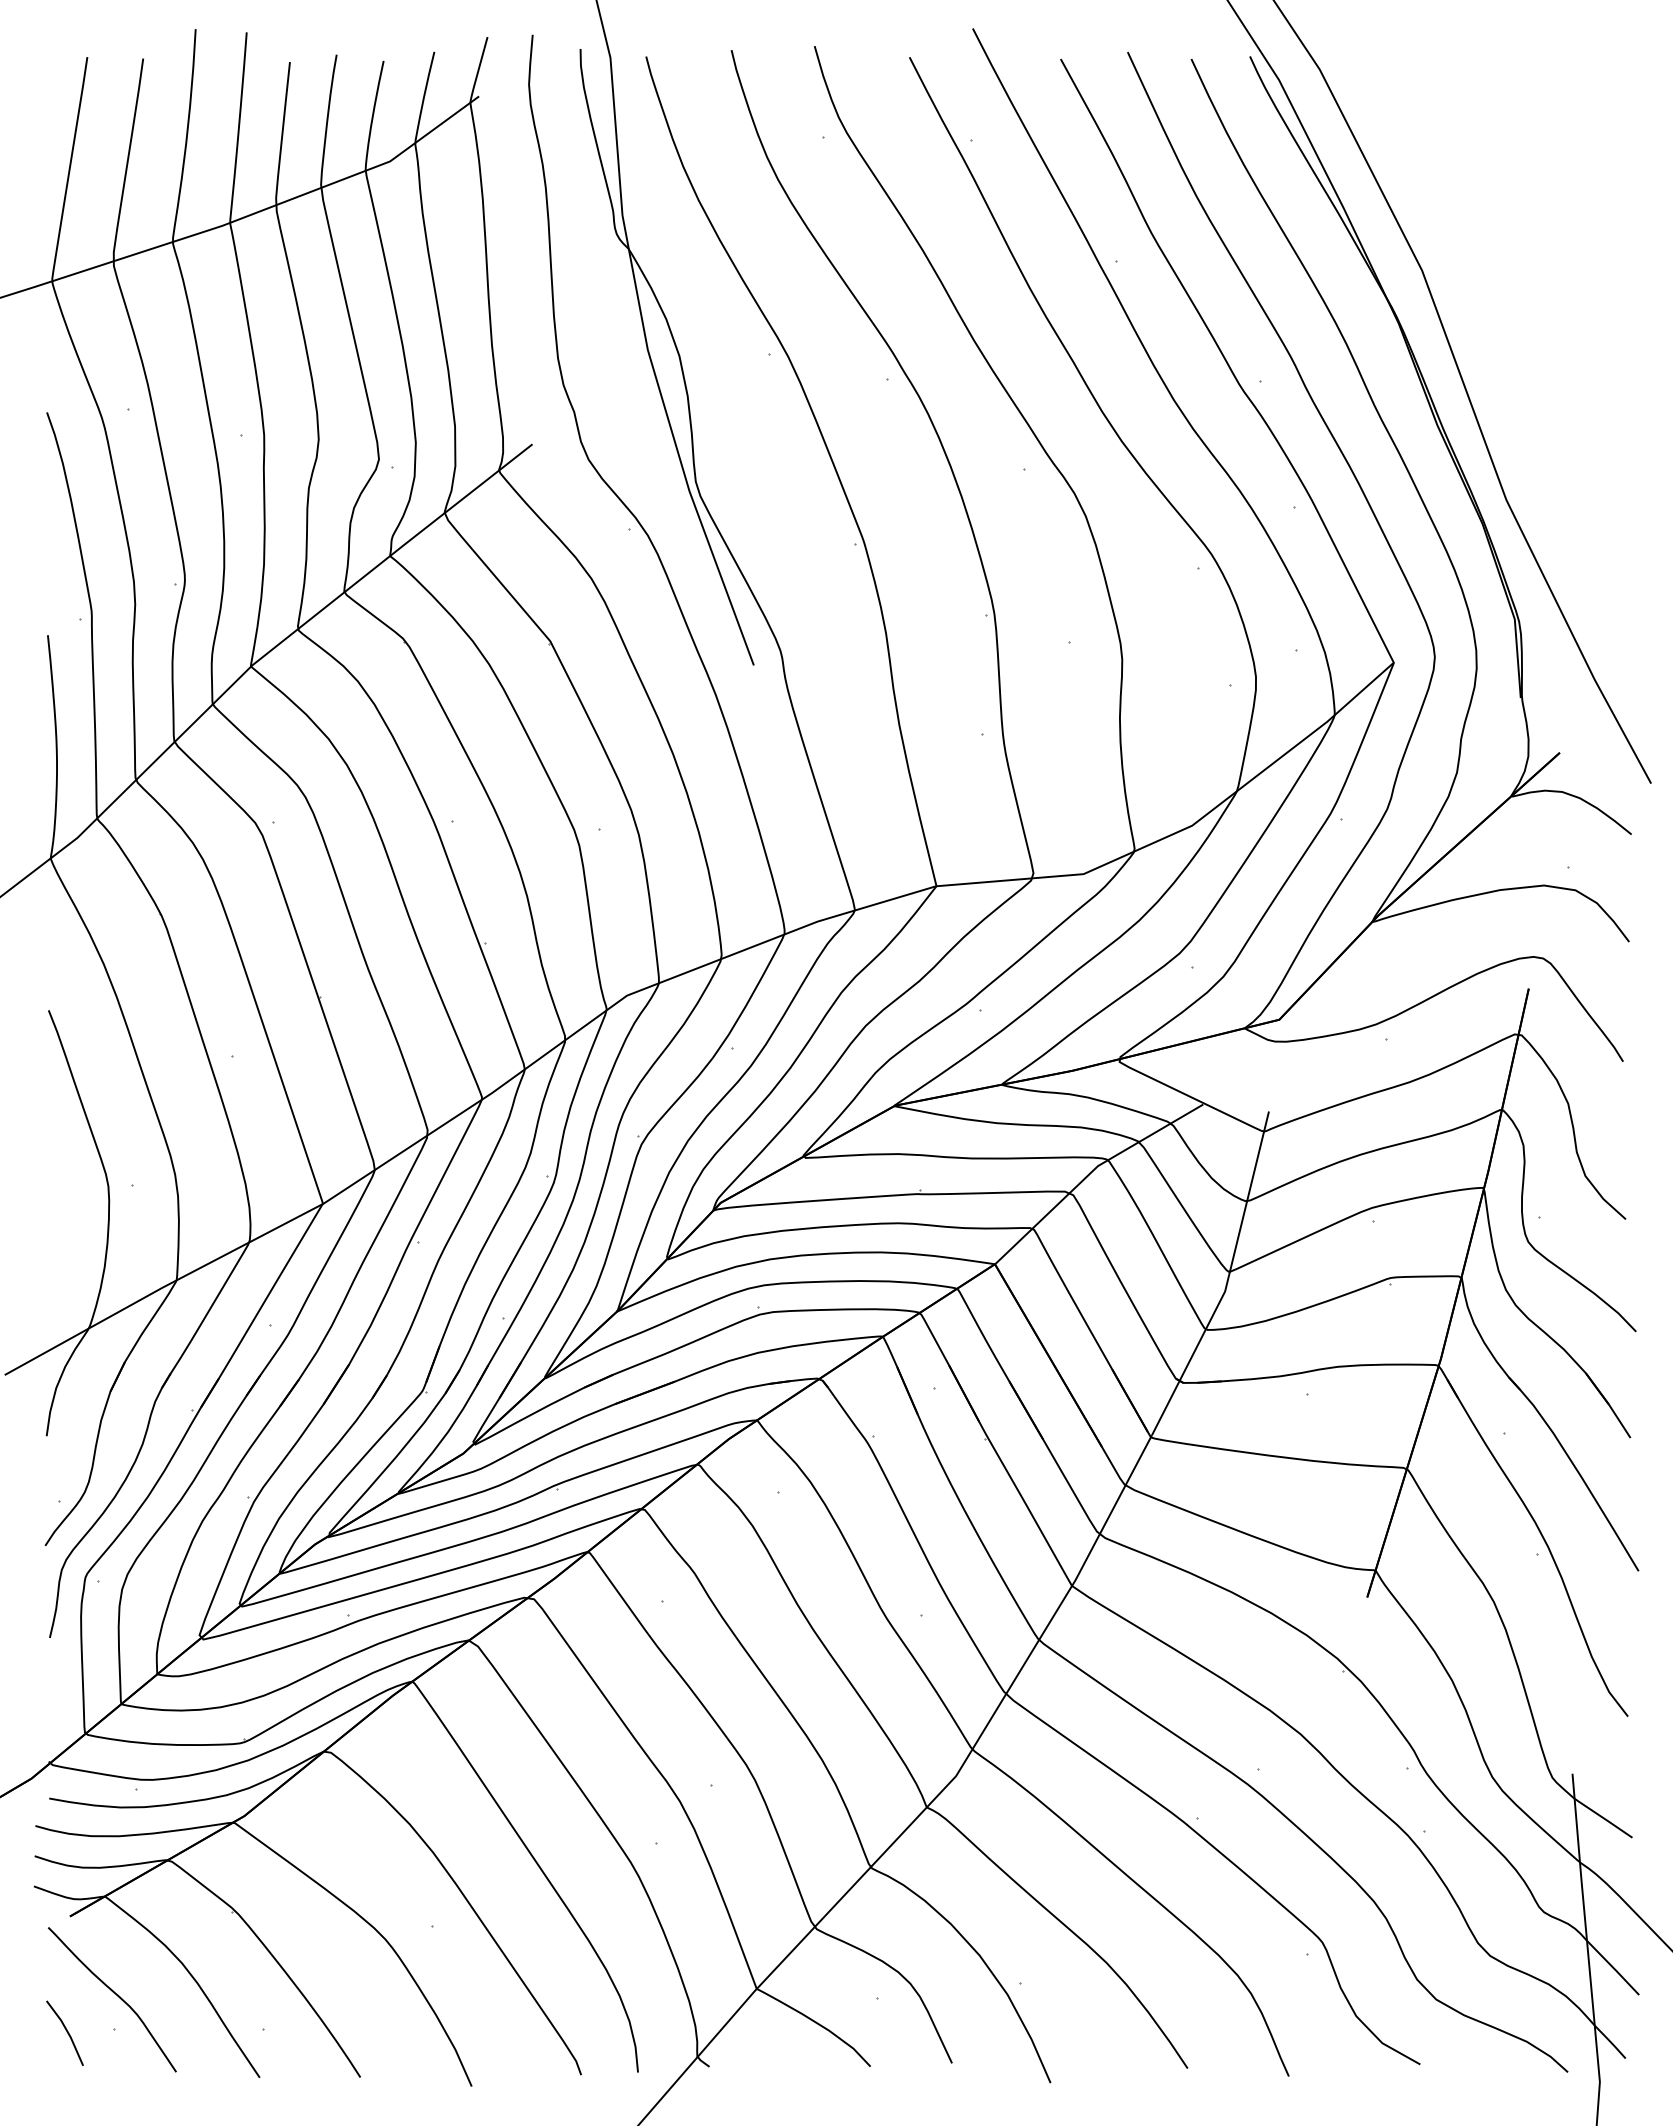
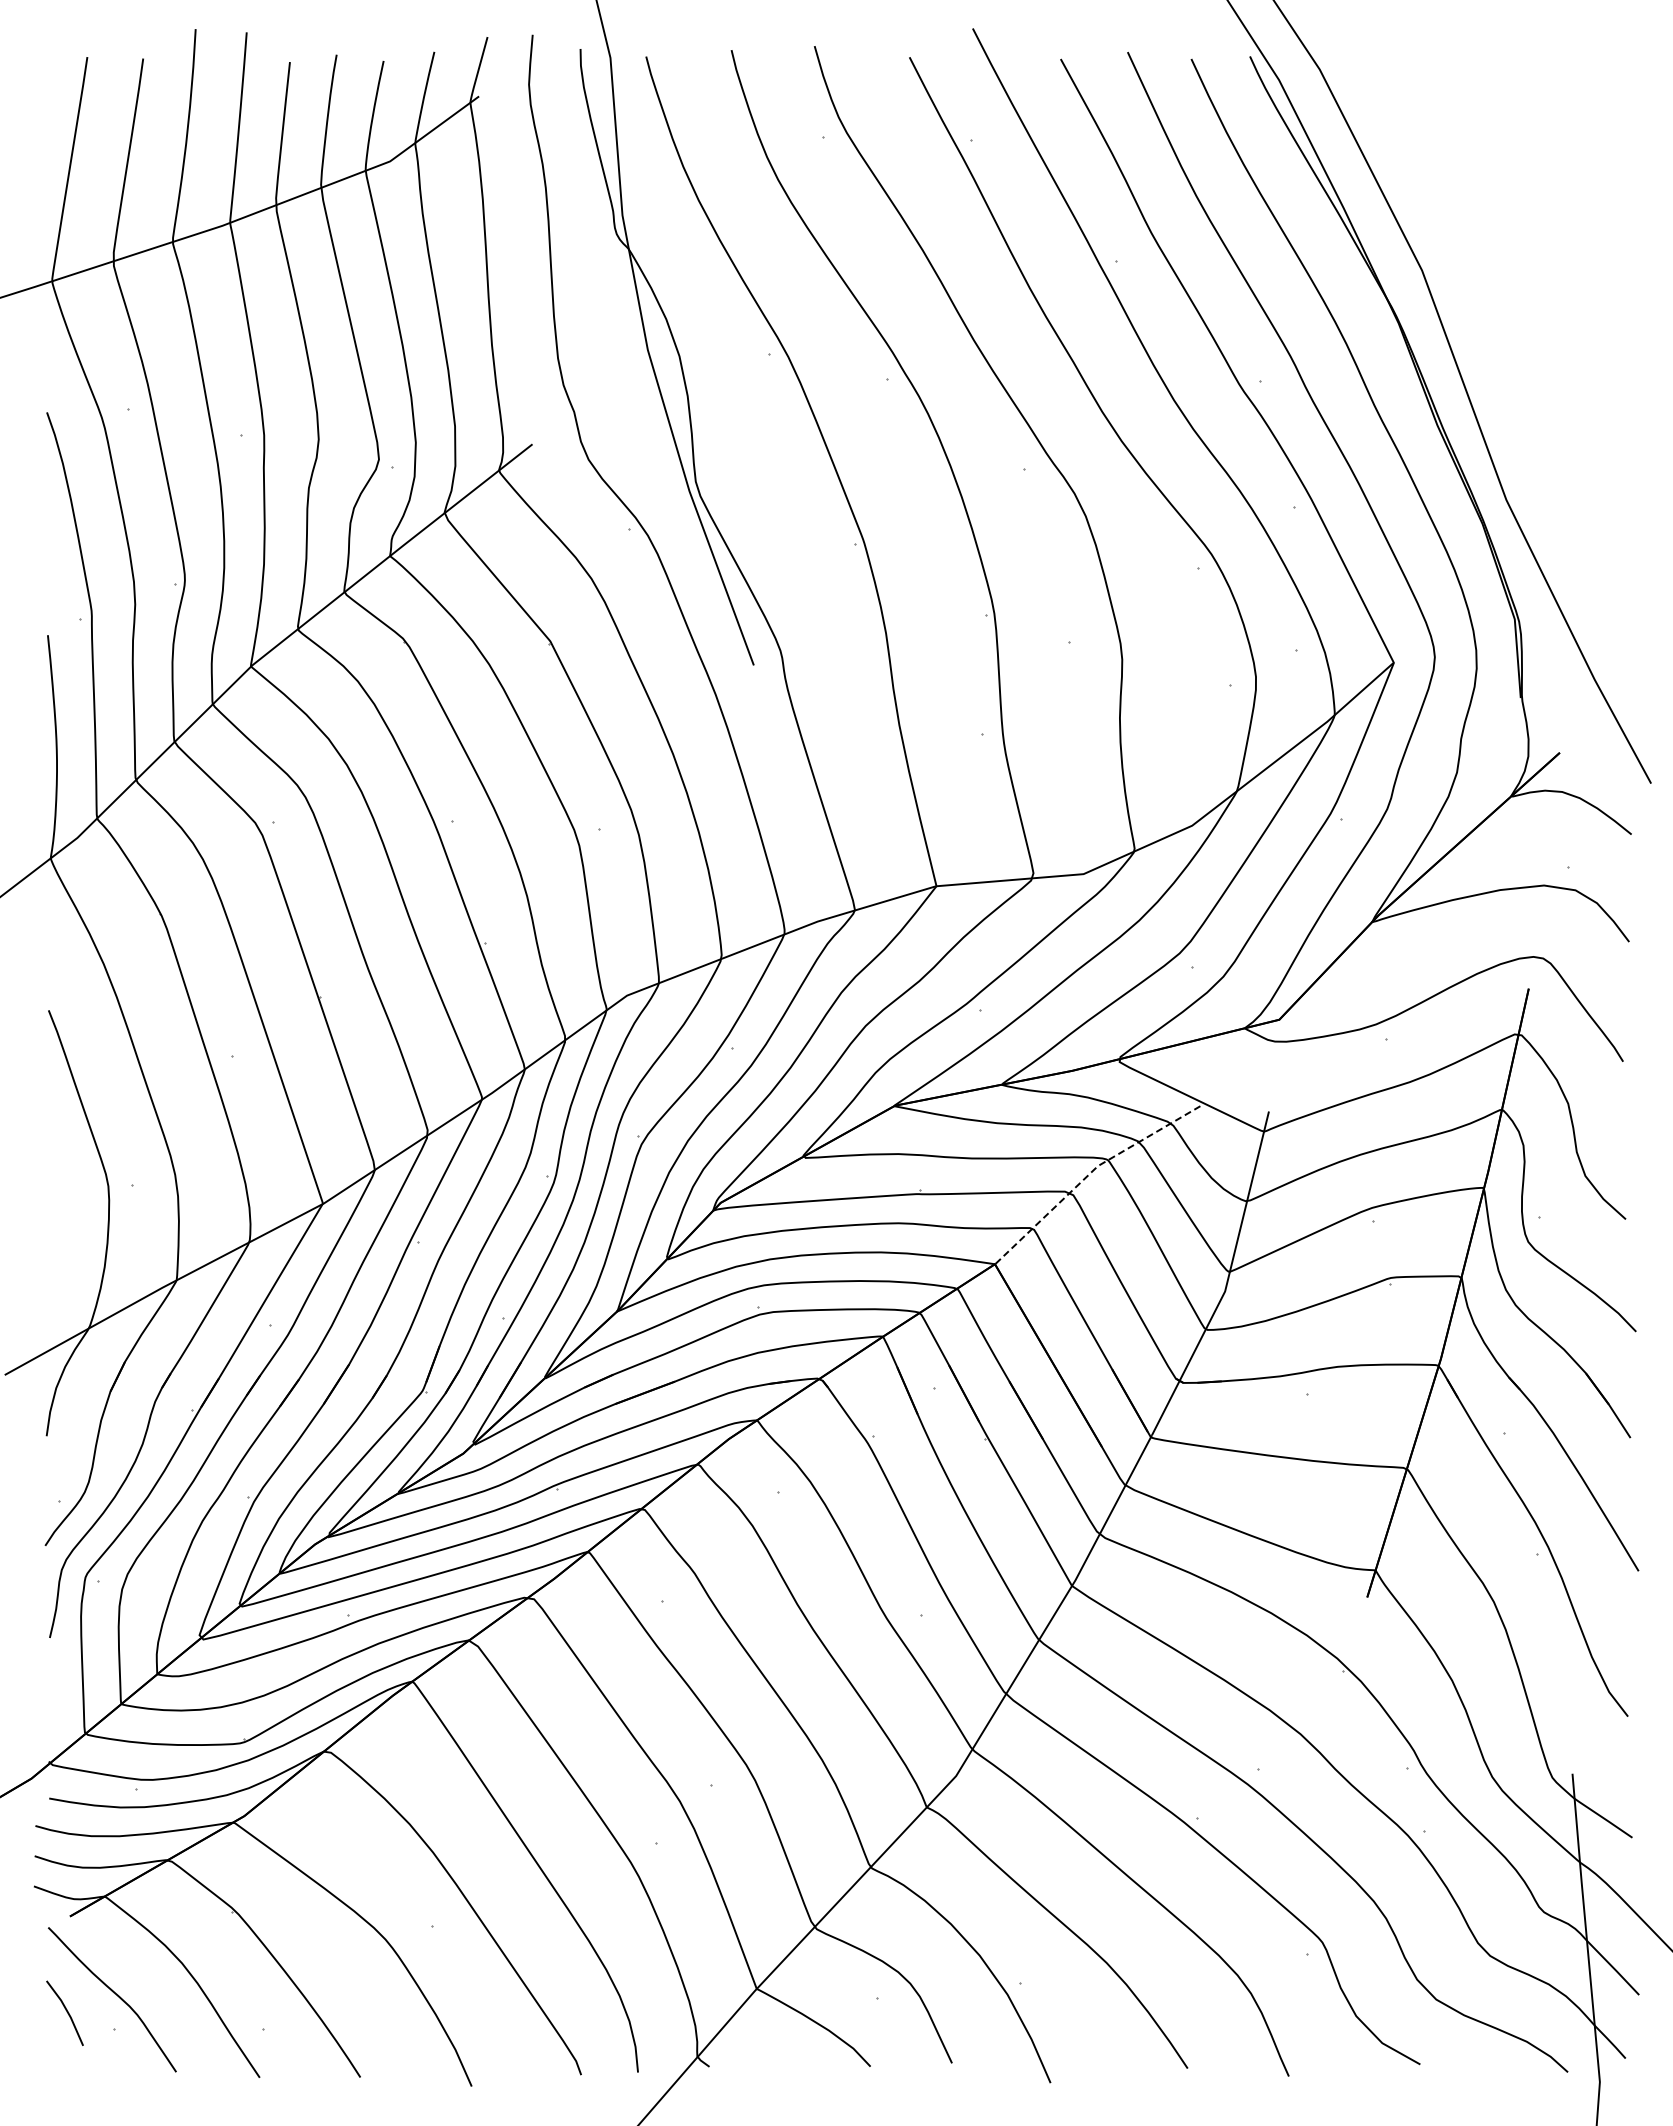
line at (1091, 1172): solid -> dashed
line at (66, 2032) position: (66, 2032) -> (66, 2012)
